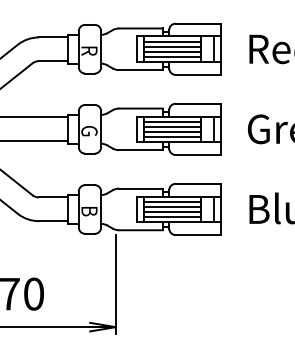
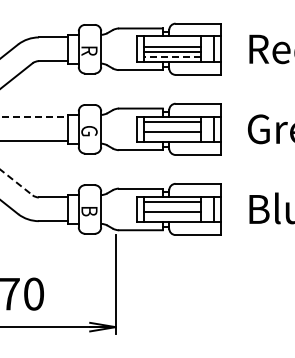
line at (172, 41): present -> none
line at (172, 56): solid -> dashed
line at (33, 117): solid -> dashed
line at (172, 126): present -> none
line at (172, 137): present -> none
line at (16, 182): solid -> dashed
line at (172, 206): present -> none
line at (172, 217): present -> none
